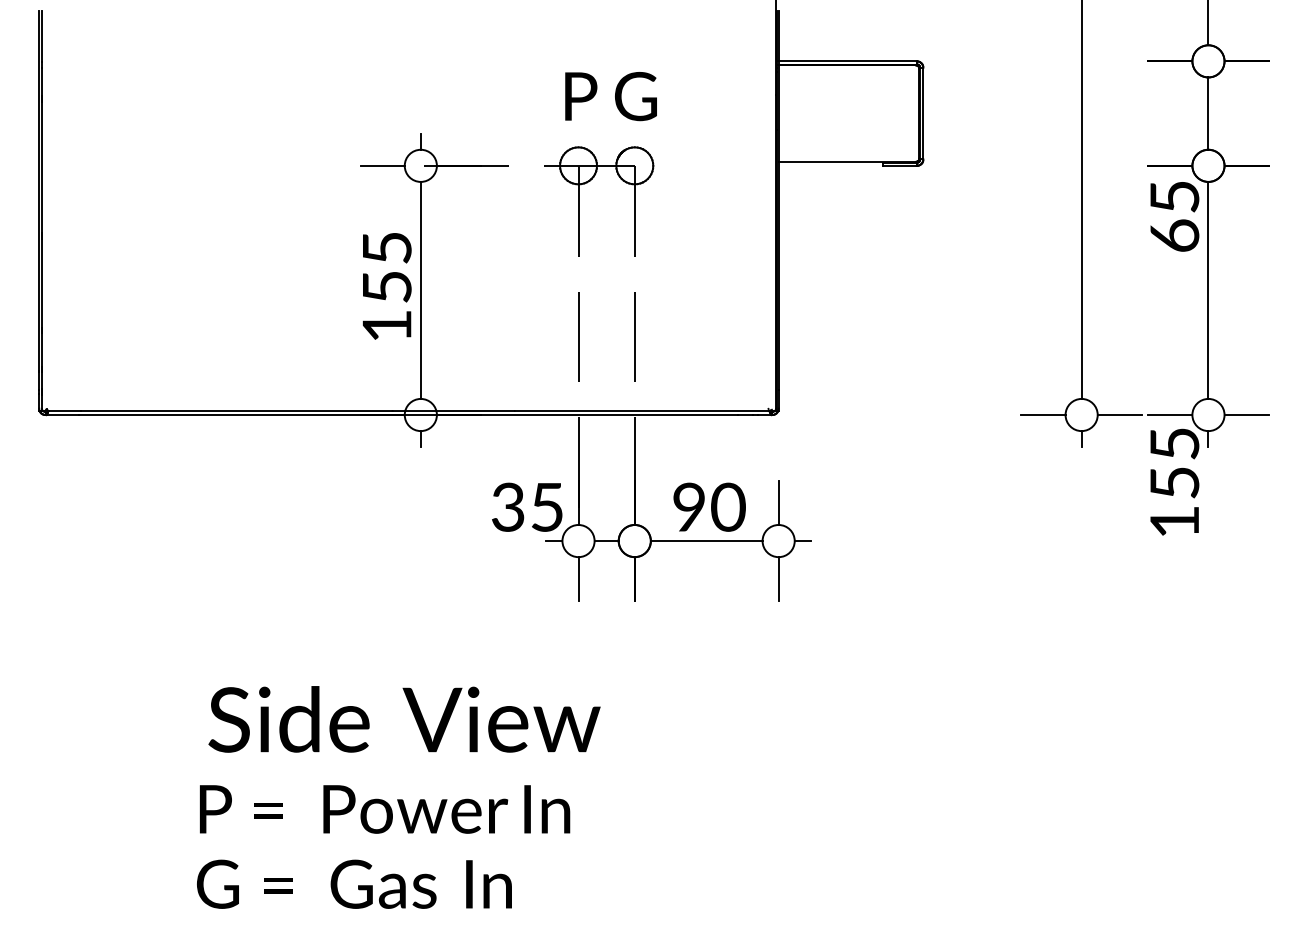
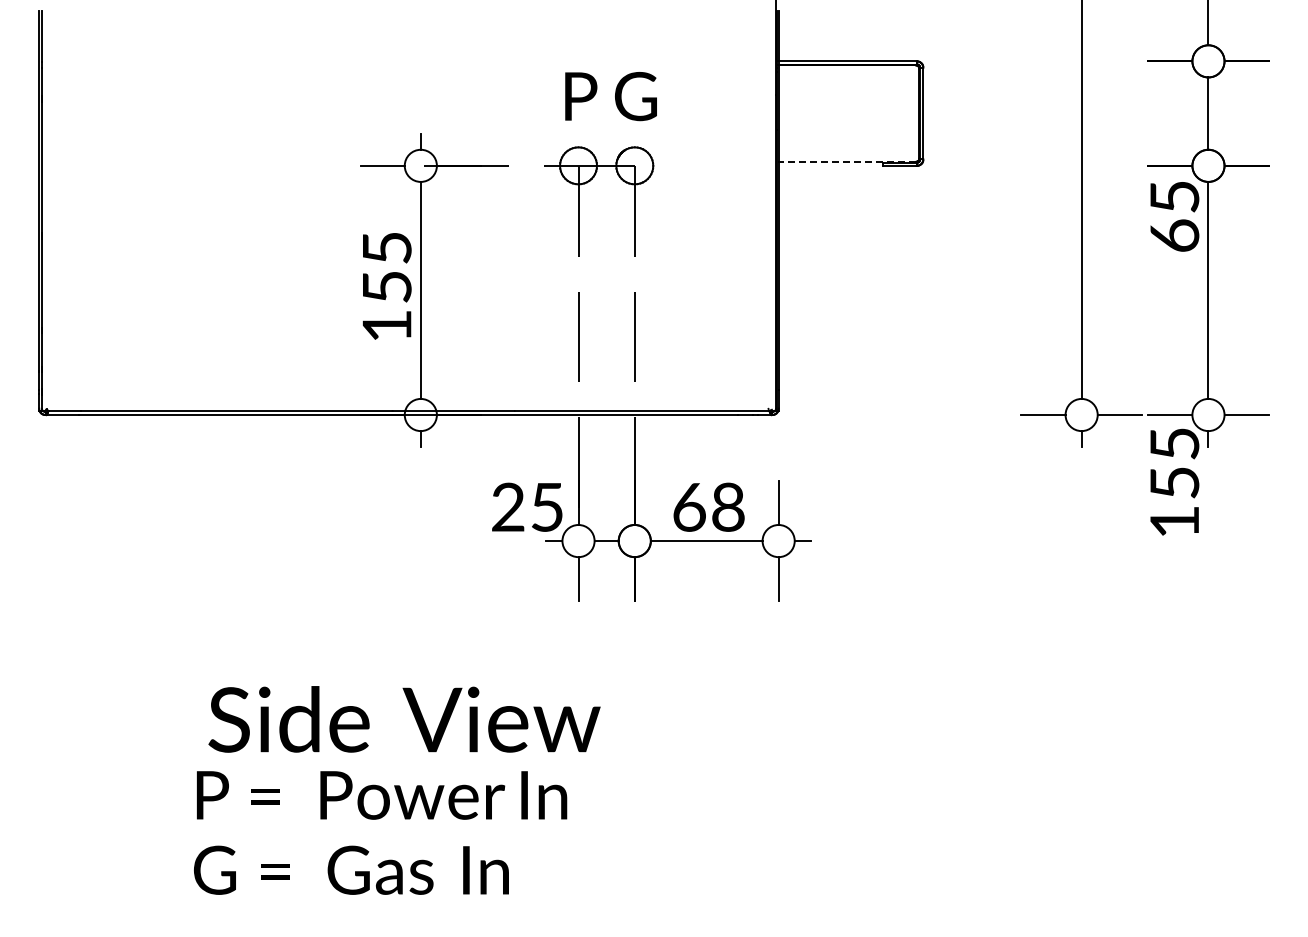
line at (847, 161): solid -> dashed
text at (709, 506): 90 -> 68
text at (508, 507): 35 -> 25
text at (383, 846) position: (383, 846) -> (380, 832)
